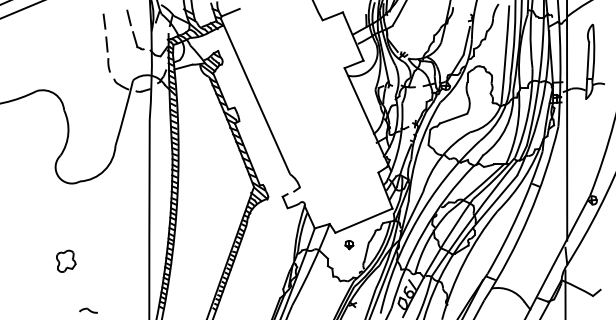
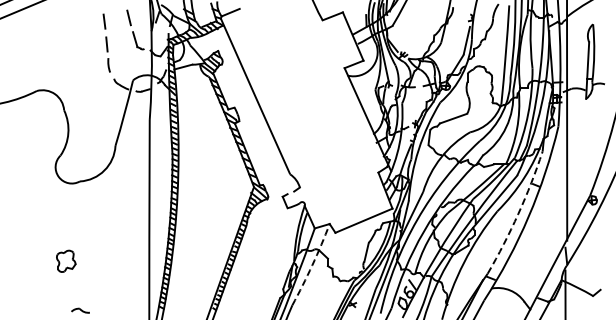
arc at (518, 214): solid -> dashed
part at (349, 245): present -> none
arc at (312, 265): solid -> dashed
part at (88, 310) position: (88, 310) -> (80, 310)
